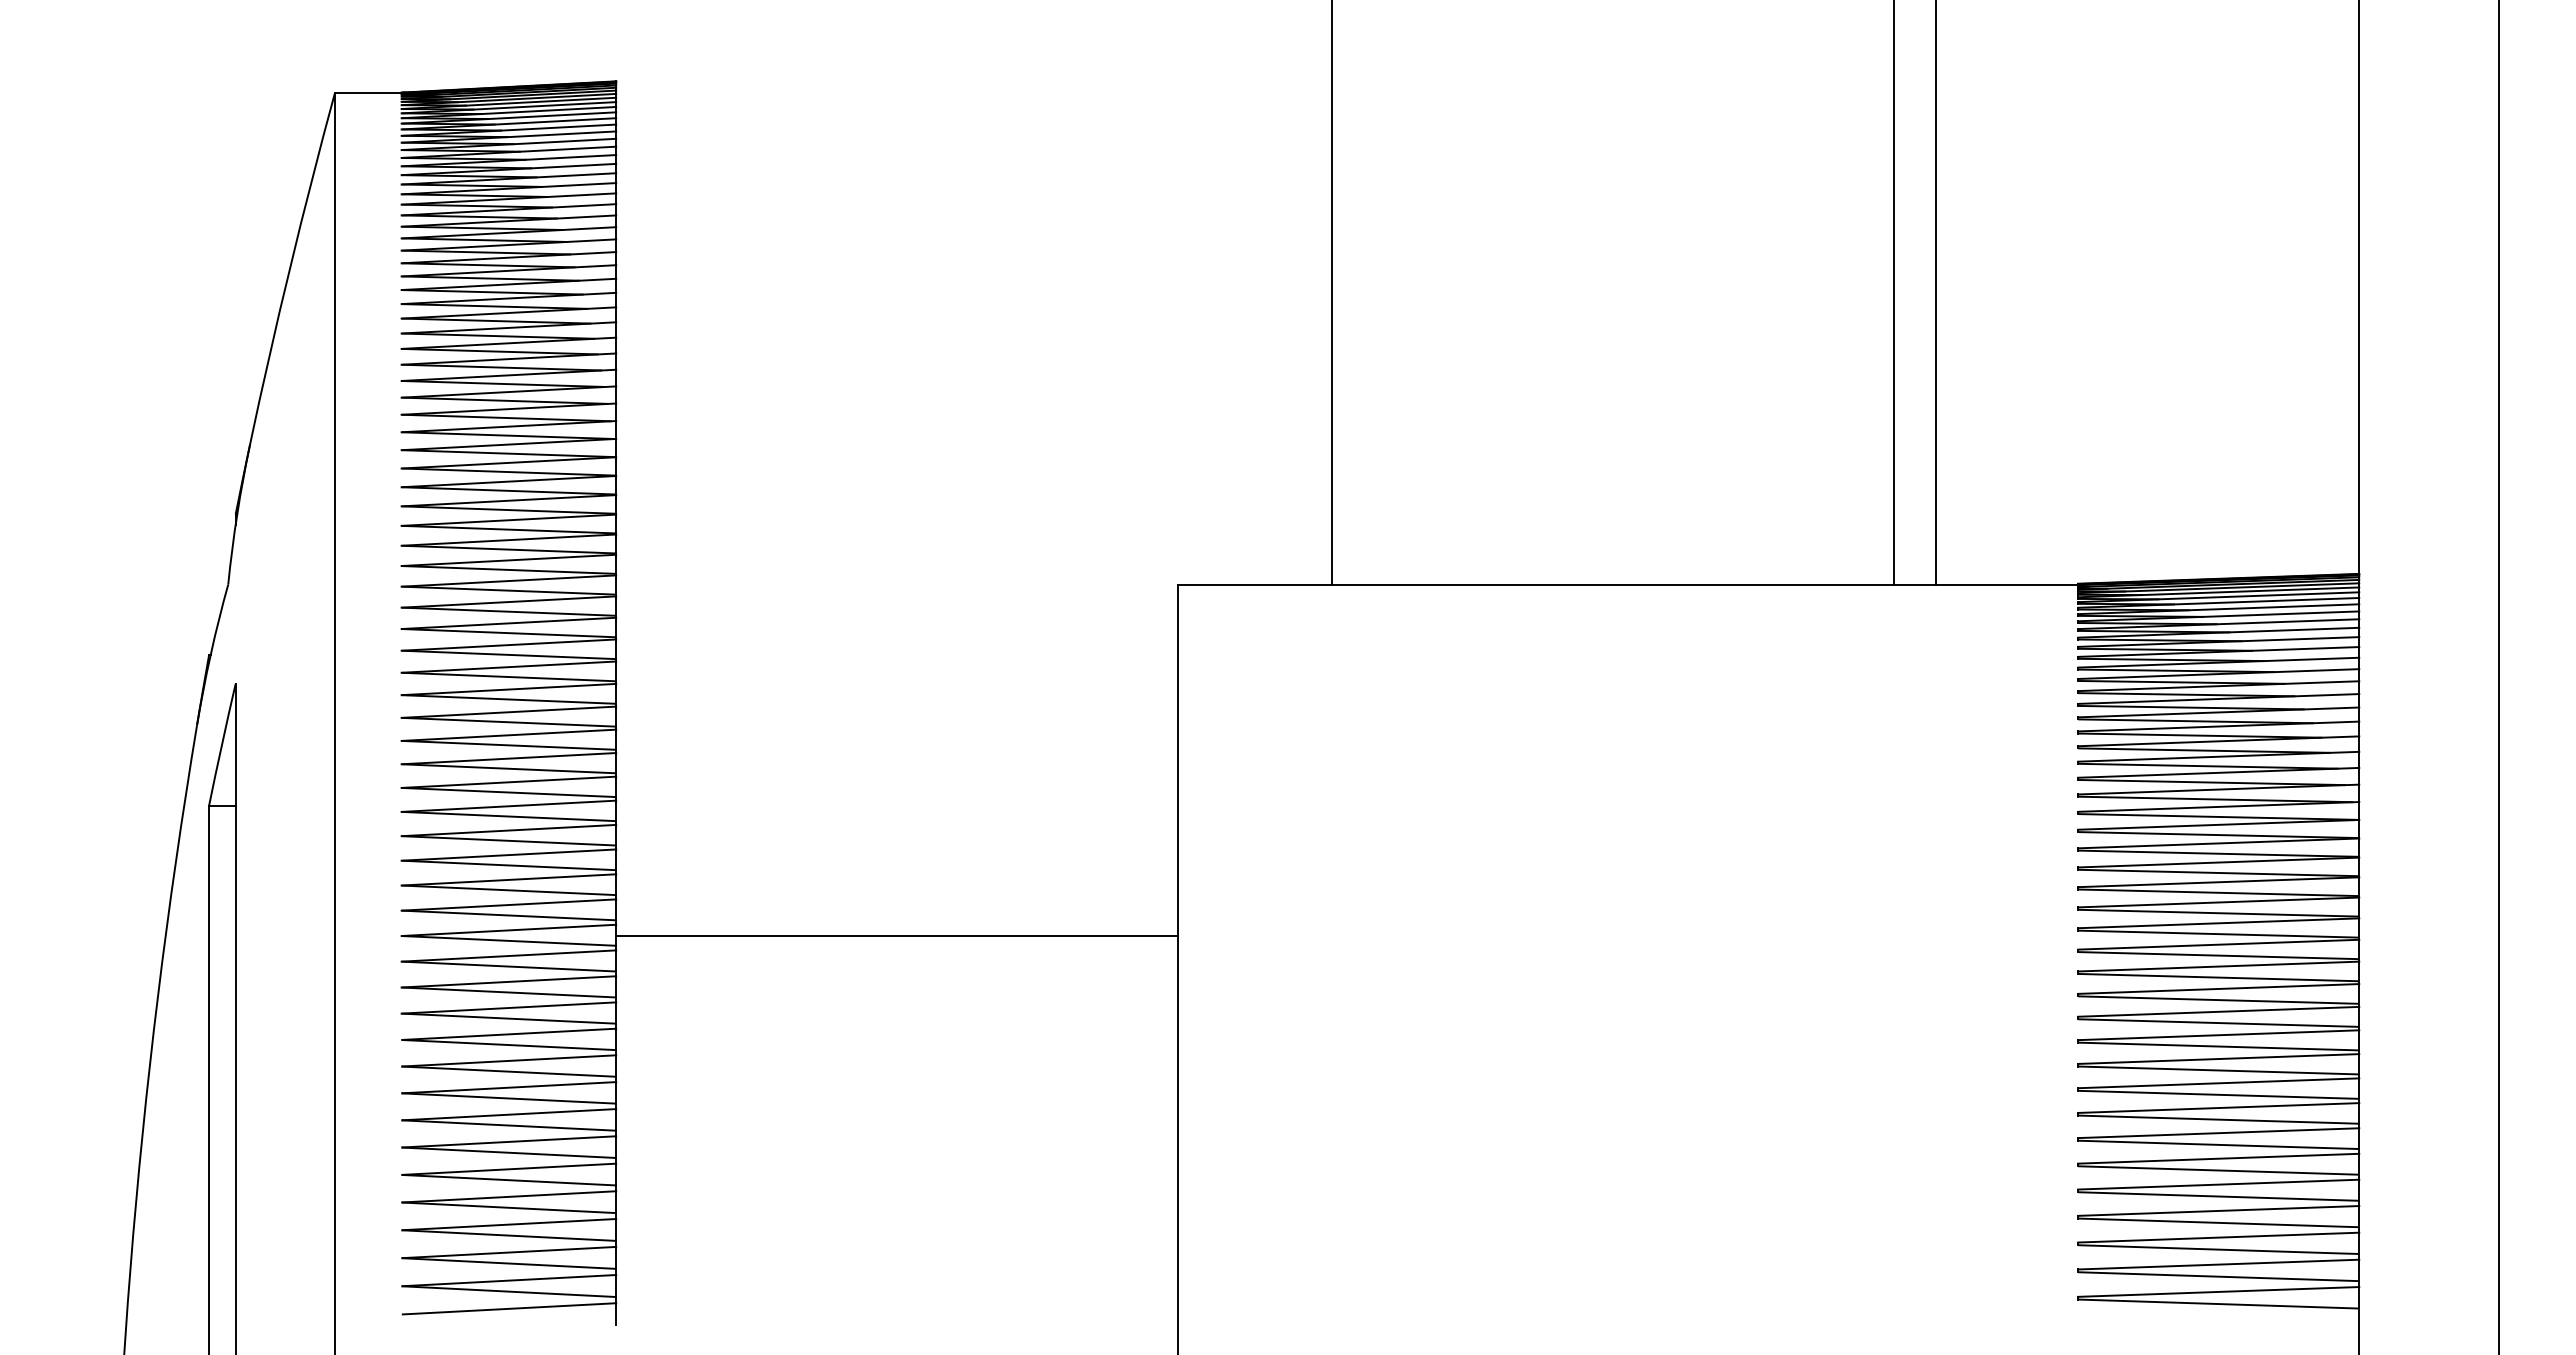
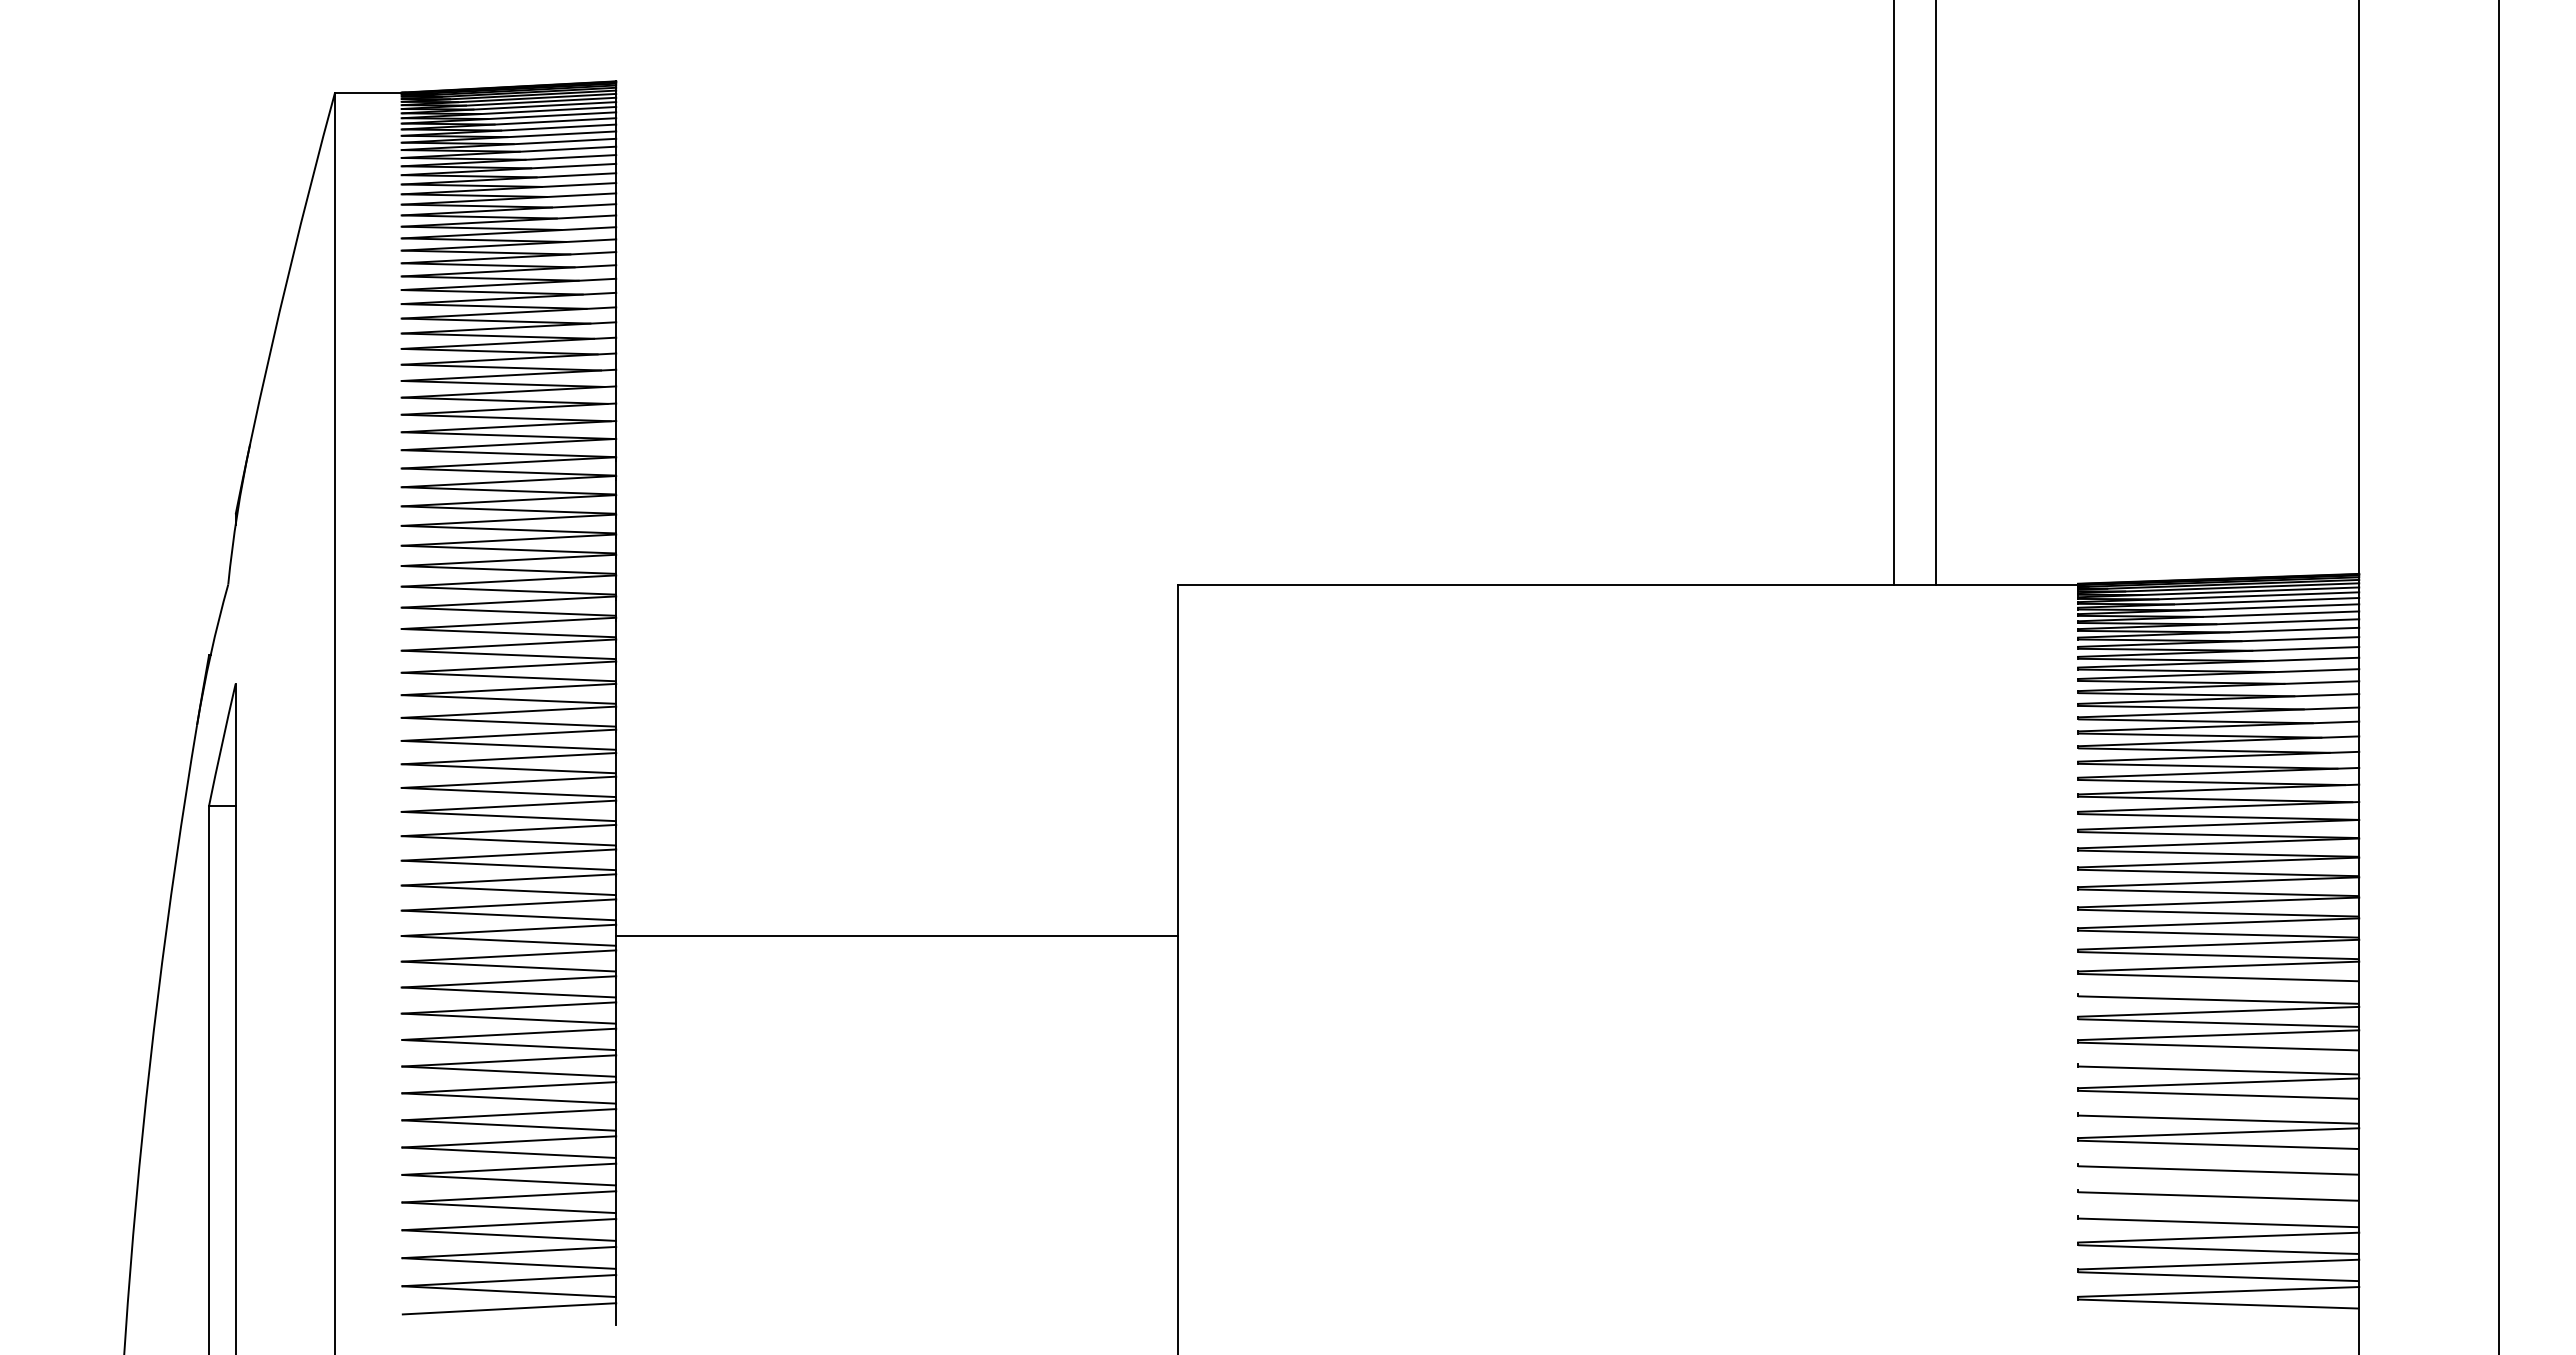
line at (1331, 293): present -> none
line at (2218, 988): present -> none
line at (2218, 1058): present -> none
line at (2218, 1107): present -> none
line at (2218, 1158): present -> none
line at (2218, 1184): present -> none
line at (2218, 1210): present -> none
